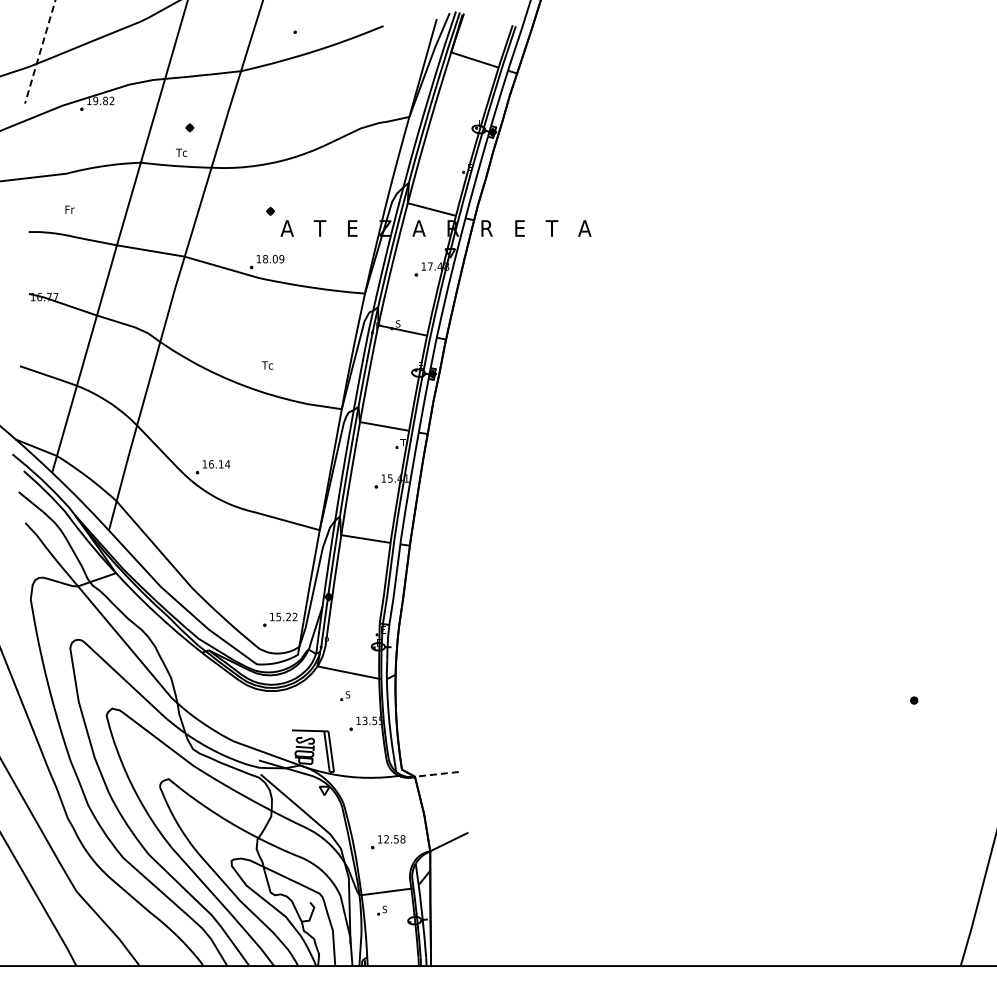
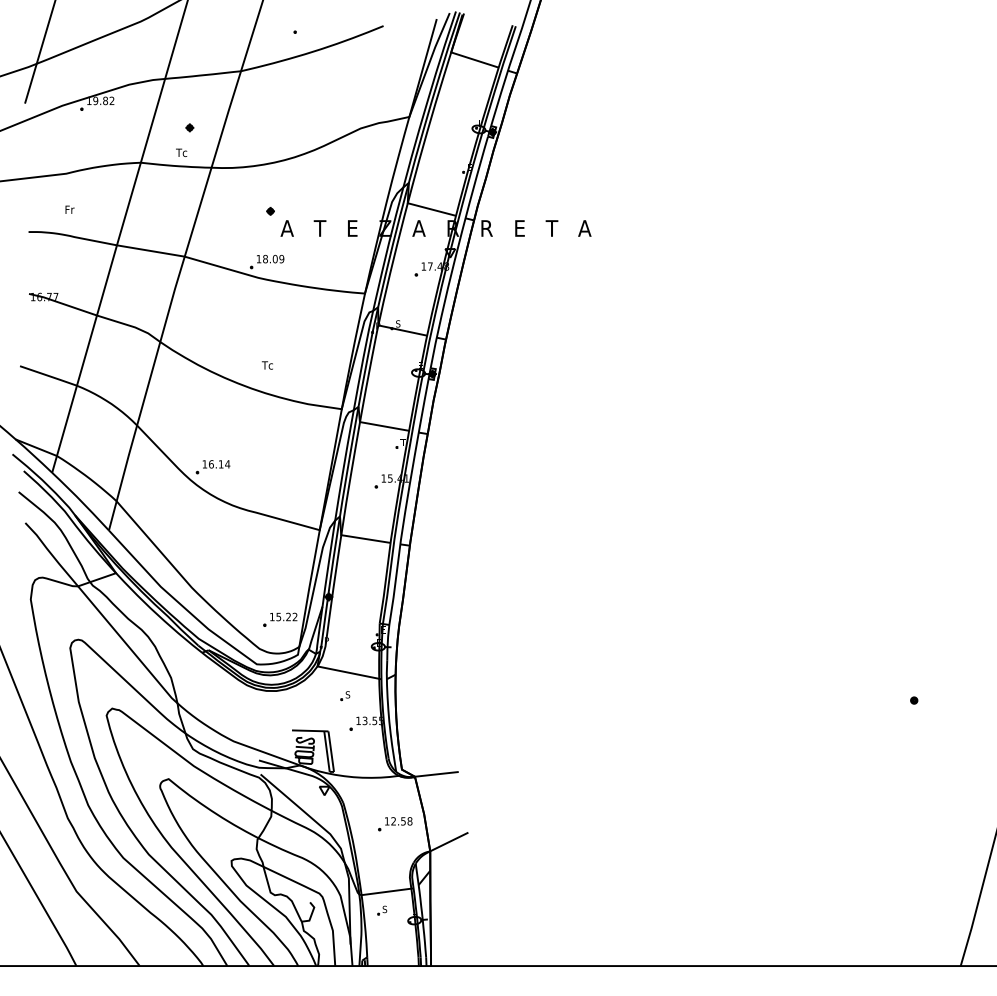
line at (40, 51): dashed -> solid
line at (436, 774): dashed -> solid
part at (388, 842) position: (388, 842) -> (395, 824)
